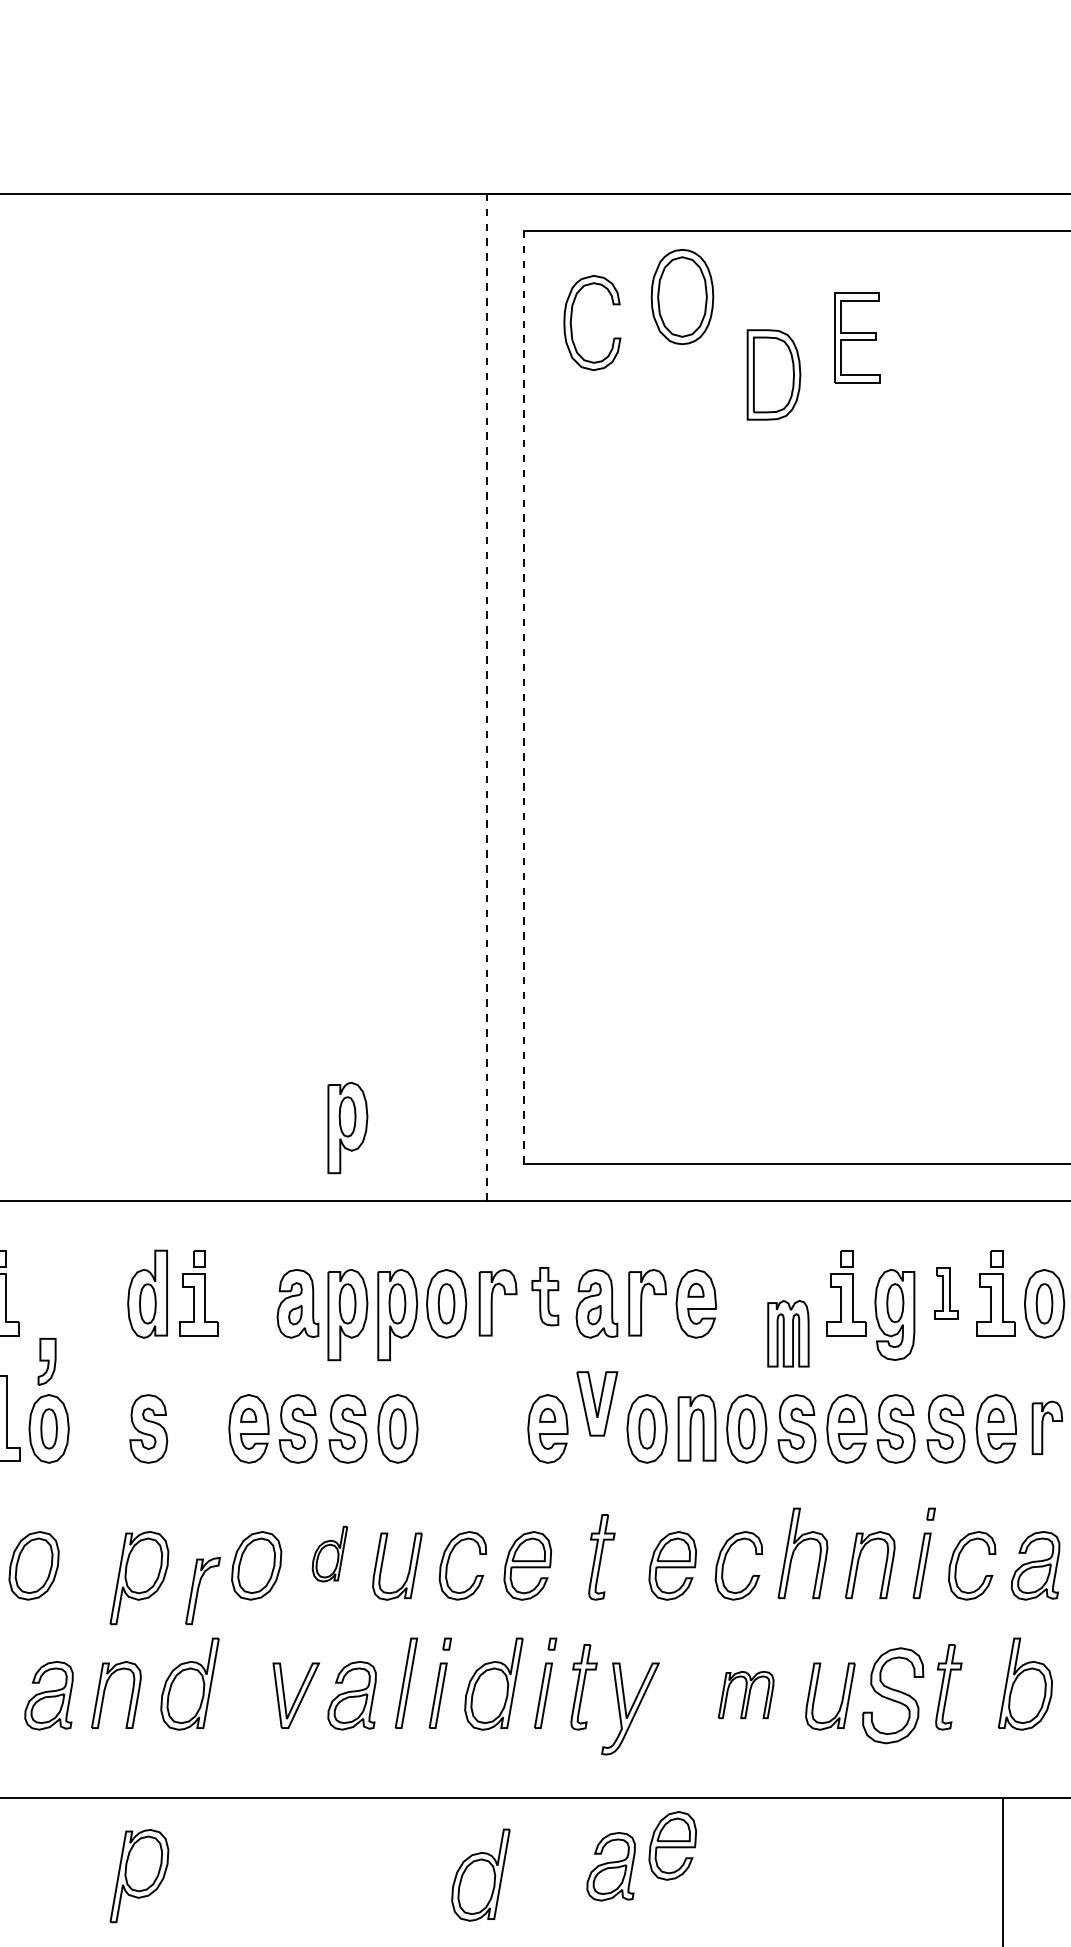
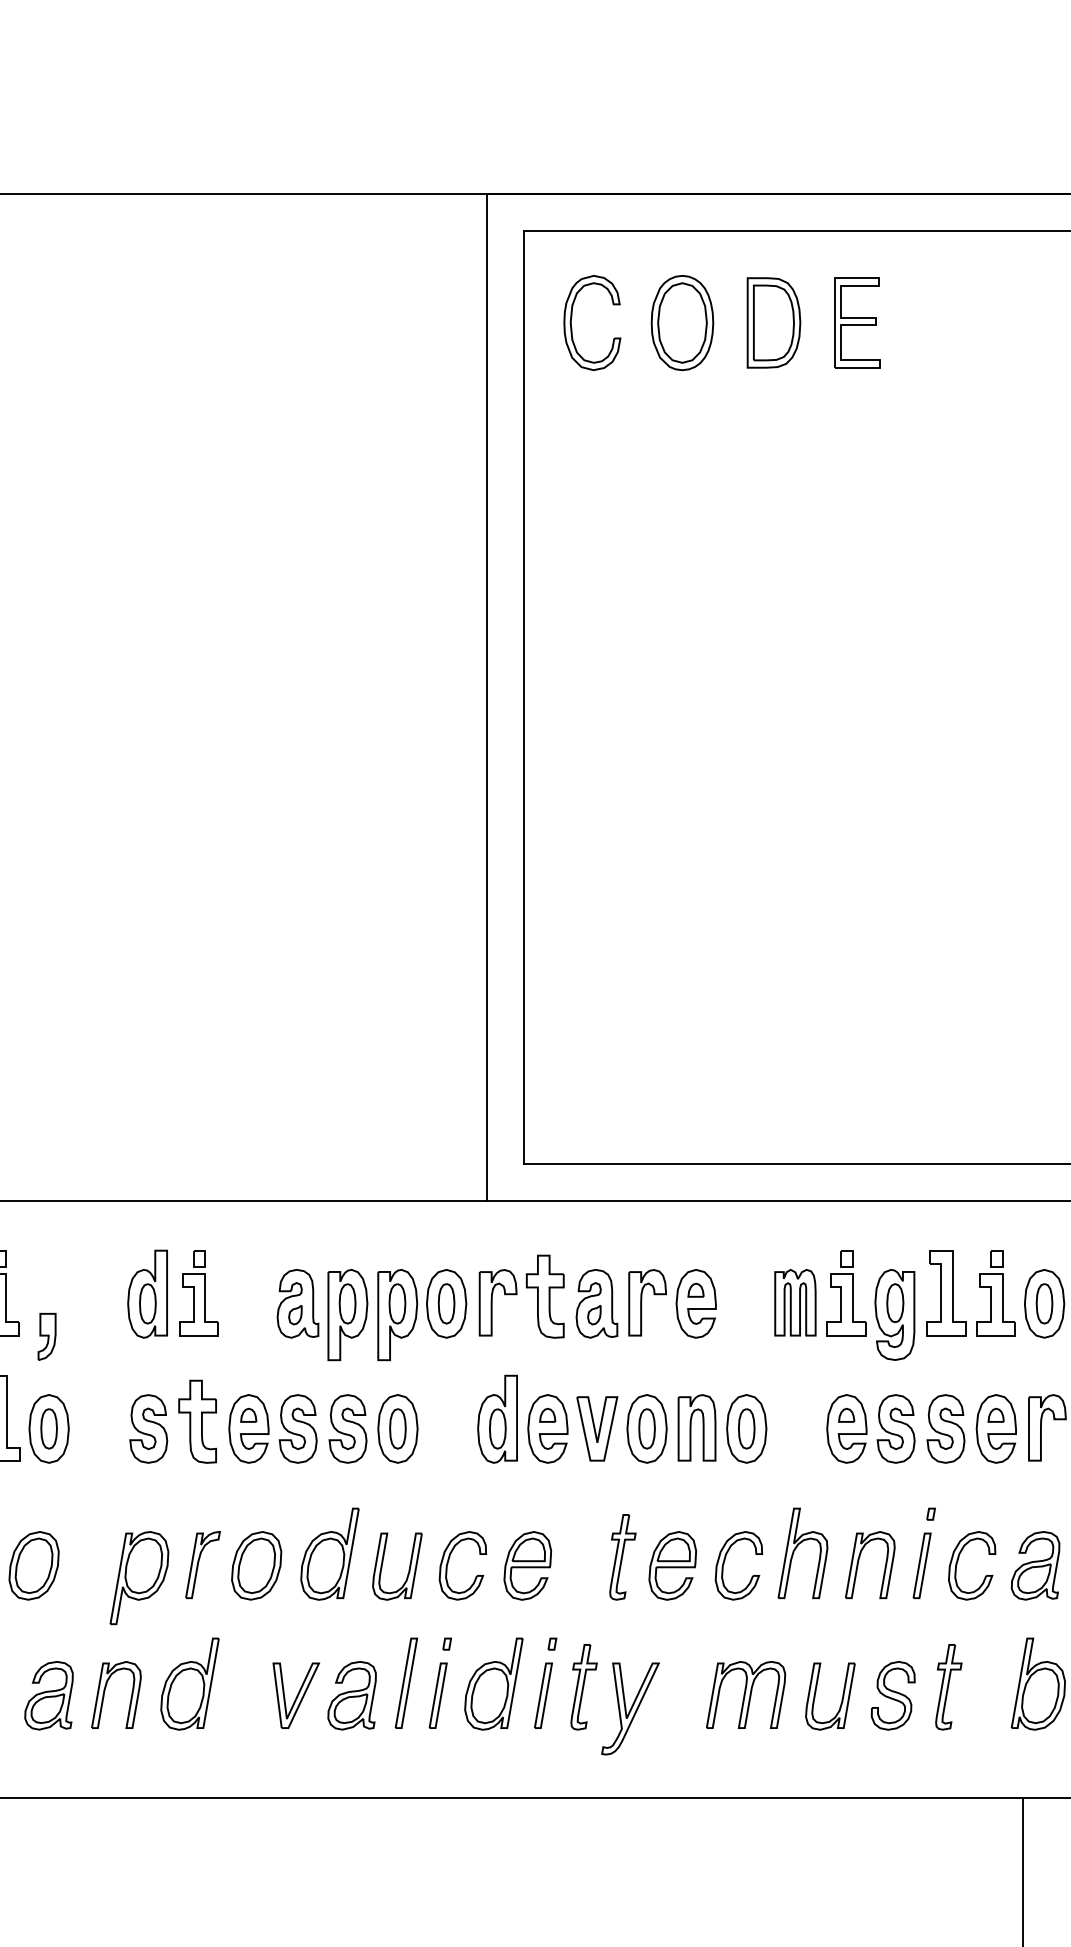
part at (682, 297) position: (682, 297) -> (682, 323)
part at (857, 337) position: (857, 337) -> (857, 322)
part at (773, 374) position: (773, 374) -> (773, 322)
line at (524, 696): dashed -> solid
line at (486, 697): dashed -> solid
part at (347, 1128): present -> none
part at (946, 1293) size: 25x53 px -> 41x87 px
part at (545, 1296) size: 29x60 px -> 39x85 px
part at (788, 1333) position: (788, 1333) -> (795, 1302)
part at (46, 1361) position: (46, 1361) -> (46, 1336)
part at (597, 1403) position: (597, 1403) -> (597, 1428)
part at (497, 1418): none -> present
part at (197, 1421): none -> present
part at (1047, 1427) size: 33x55 px -> 39x68 px
part at (796, 1428): present -> none
part at (329, 1553) size: 38x58 px -> 60x94 px
part at (601, 1557) position: (601, 1557) -> (622, 1557)
part at (202, 1591) position: (202, 1591) -> (202, 1565)
part at (1024, 1683) position: (1024, 1683) -> (1037, 1683)
part at (745, 1695) size: 58x49 px -> 81x68 px
part at (893, 1695) size: 63x98 px -> 45x70 px
part at (672, 1845): present -> none
part at (610, 1866): present -> none
line at (1003, 1870) position: (1003, 1870) -> (1023, 1870)
part at (480, 1874): present -> none
part at (139, 1876): present -> none
